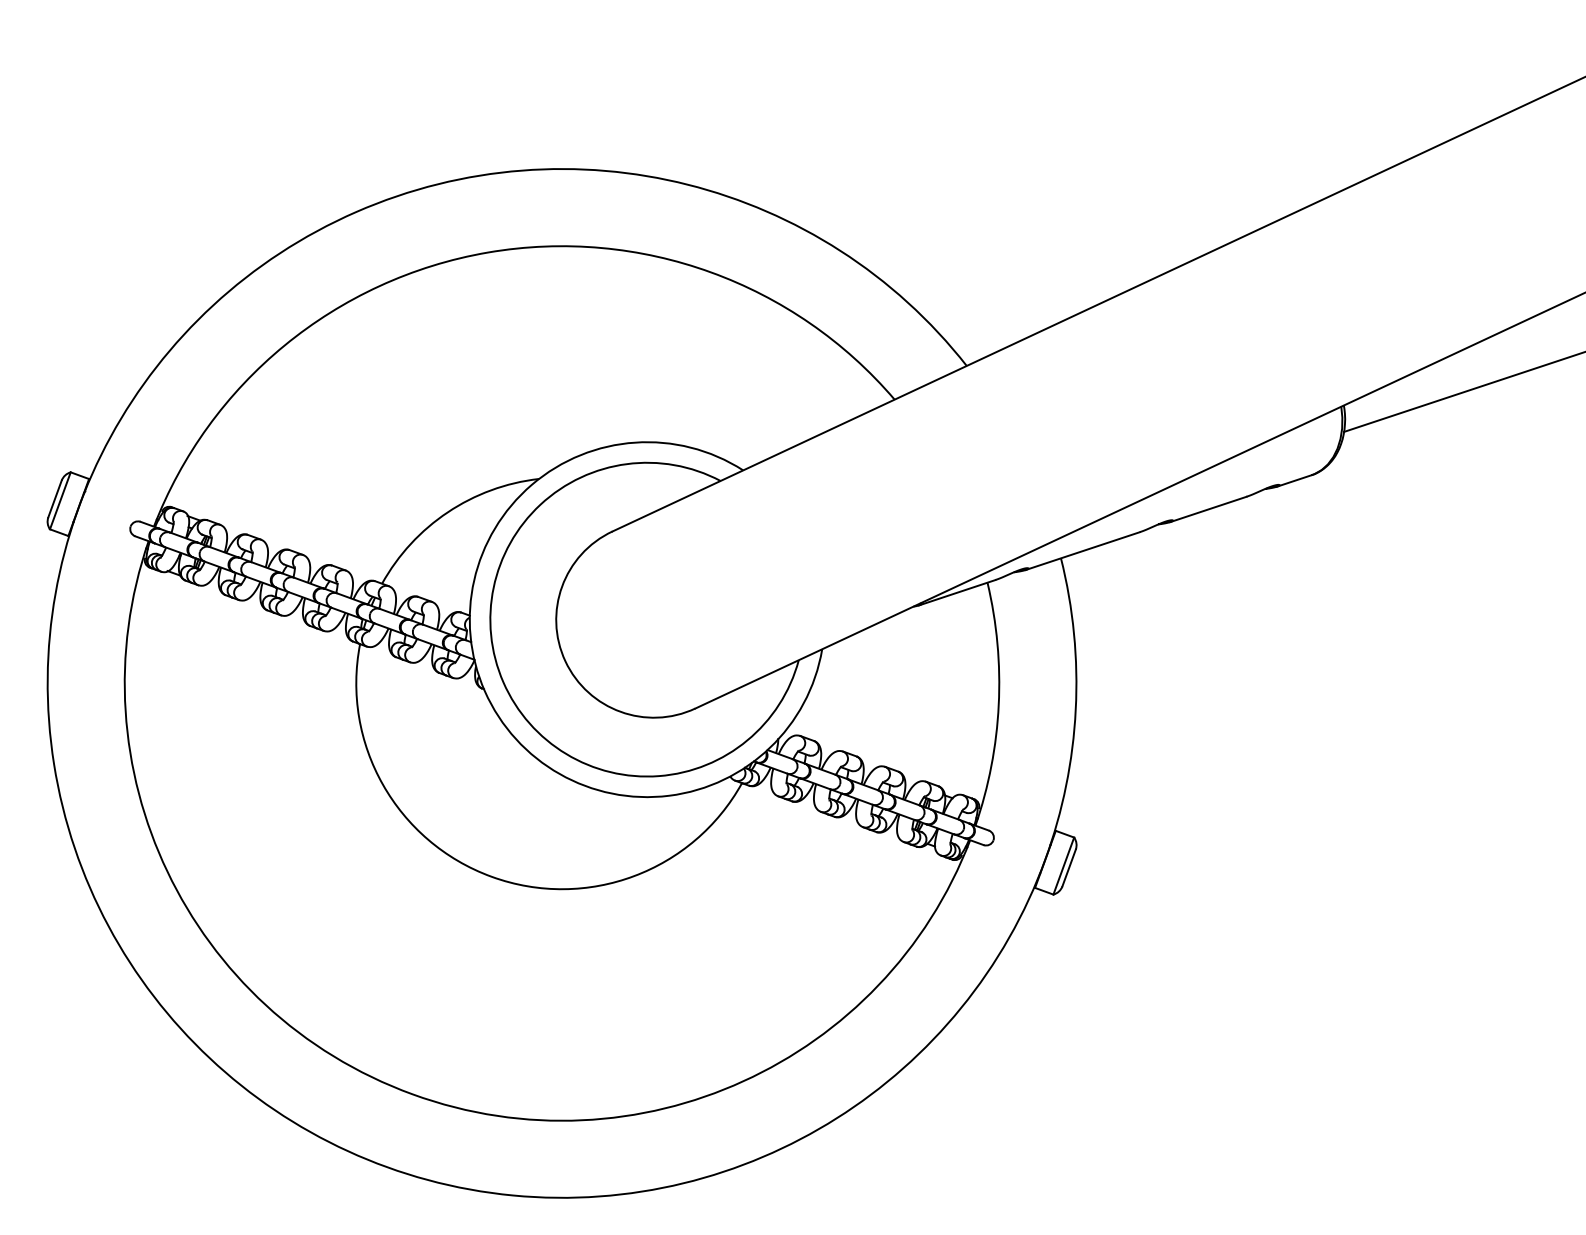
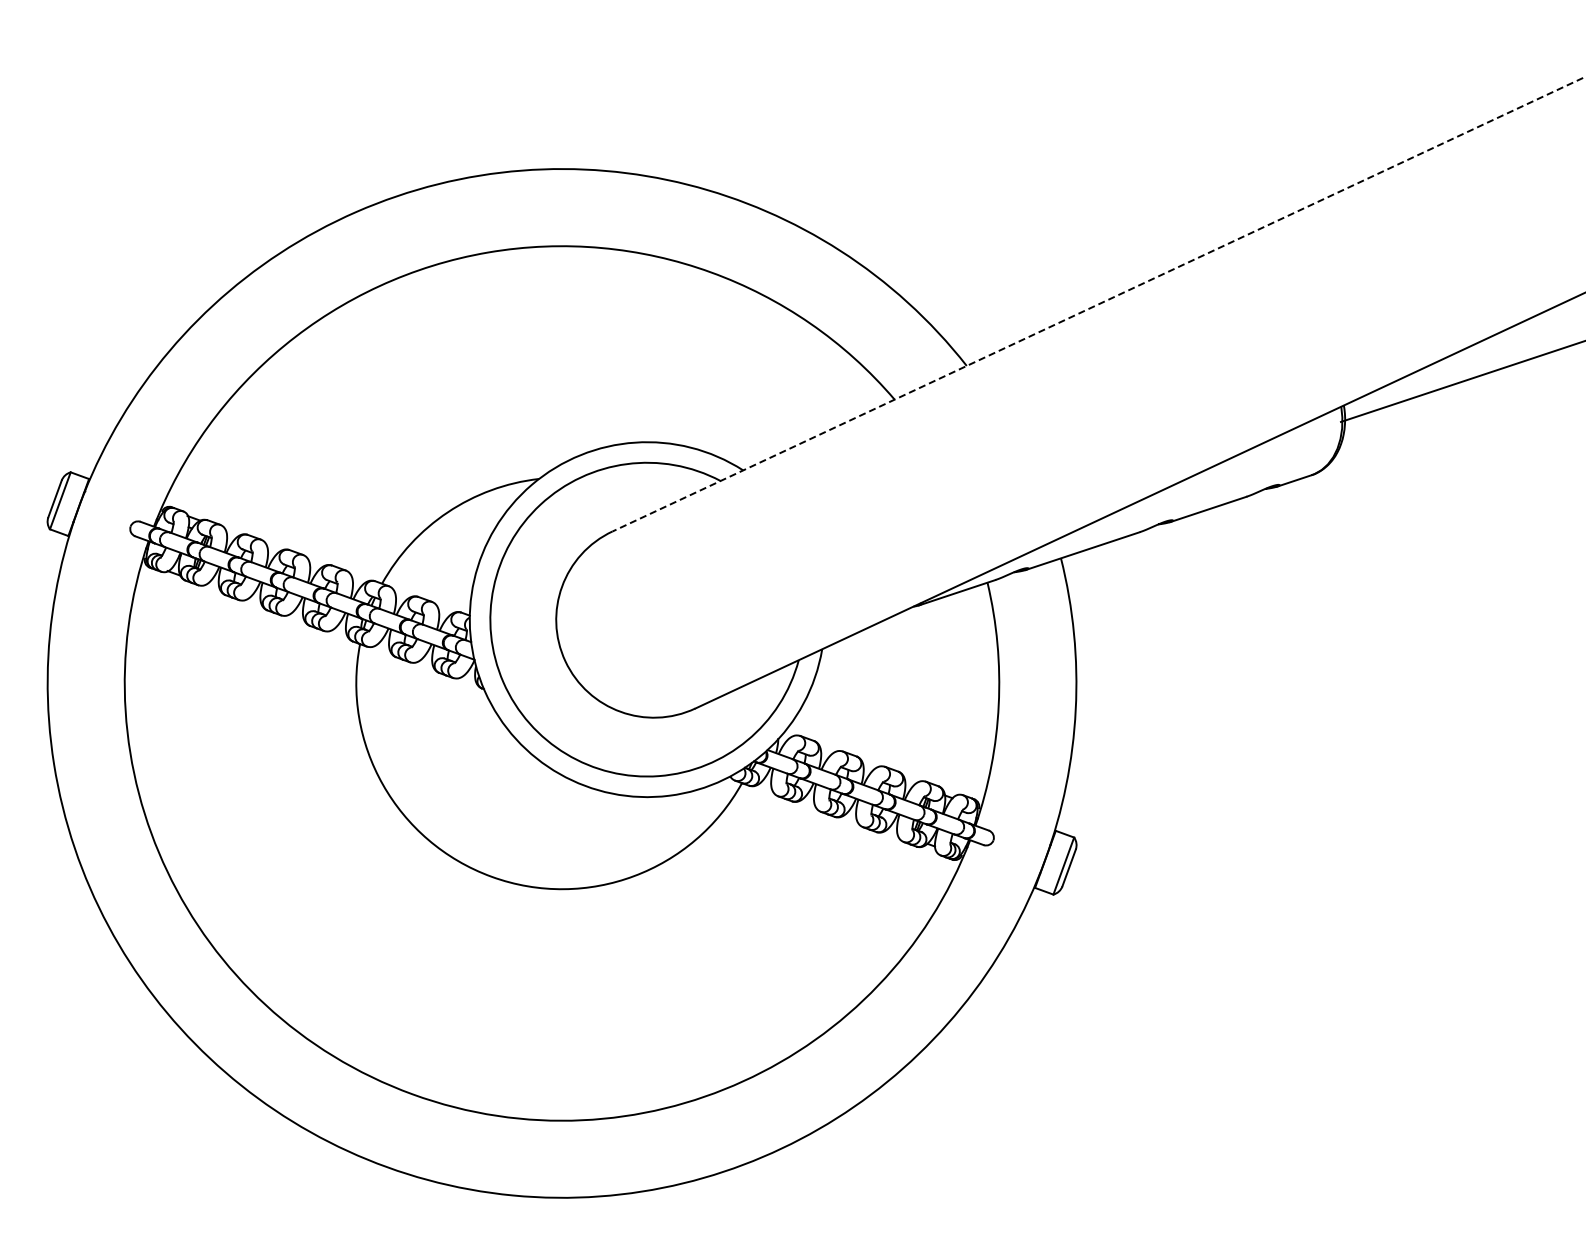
line at (1099, 304): solid -> dashed
line at (1462, 391) position: (1462, 391) -> (1461, 381)
